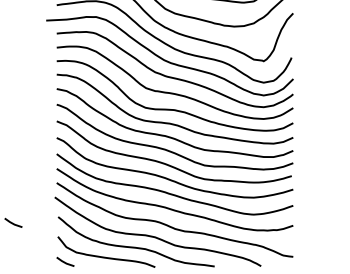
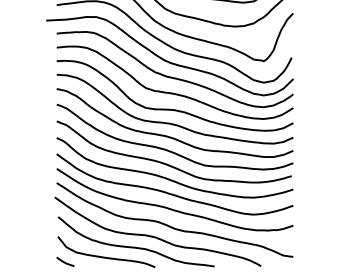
line at (12, 222): present -> none
